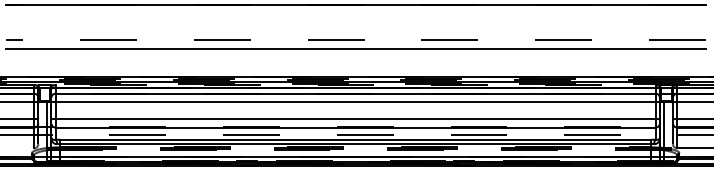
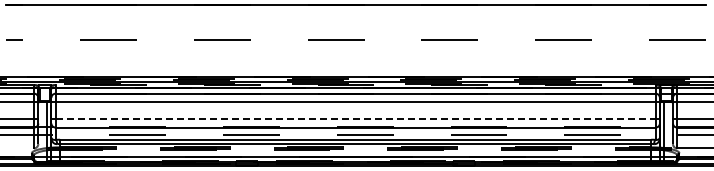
line at (355, 48): present -> none
line at (355, 119): solid -> dashed
